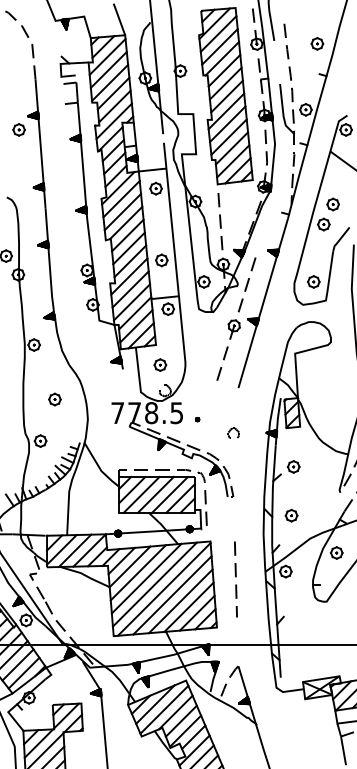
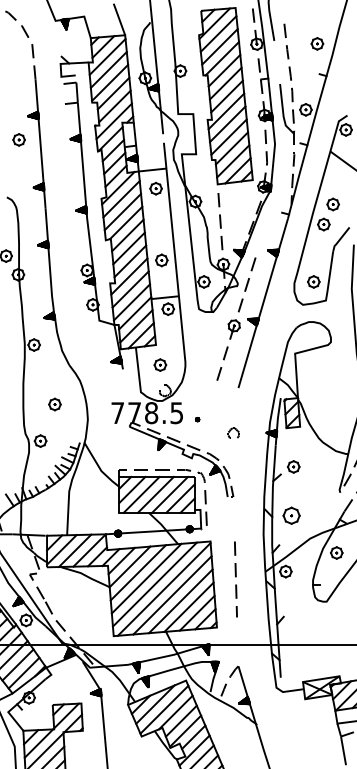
part at (18, 129) position: (18, 129) -> (18, 139)
part at (54, 399) position: (54, 399) -> (54, 404)
part at (291, 515) size: 15x15 px -> 19x19 px
